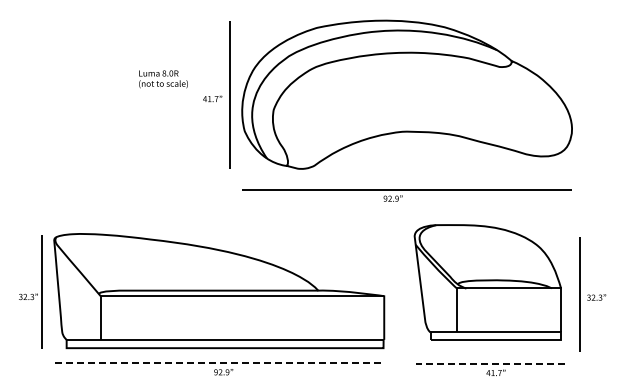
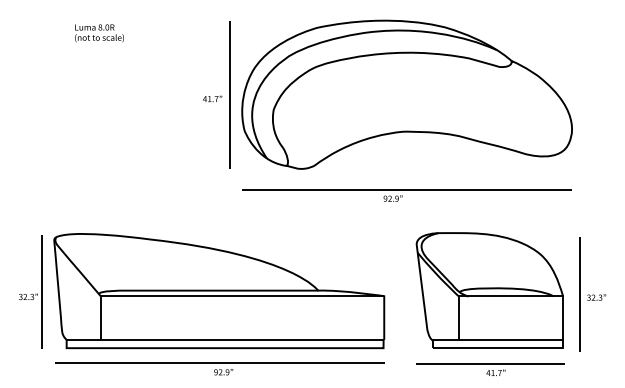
text at (163, 79) position: (163, 79) -> (99, 33)
part at (487, 282) position: (487, 282) -> (489, 290)
line at (220, 363): dashed -> solid
line at (489, 363): dashed -> solid
